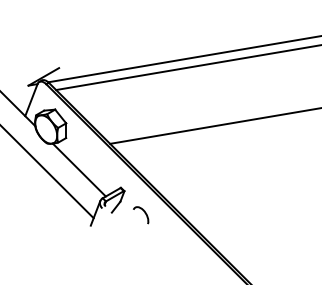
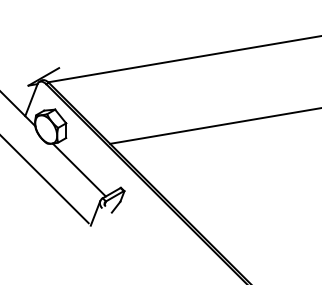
line at (187, 67): present -> none
line at (47, 172) position: (47, 172) -> (45, 180)
curve at (144, 213): present -> none
